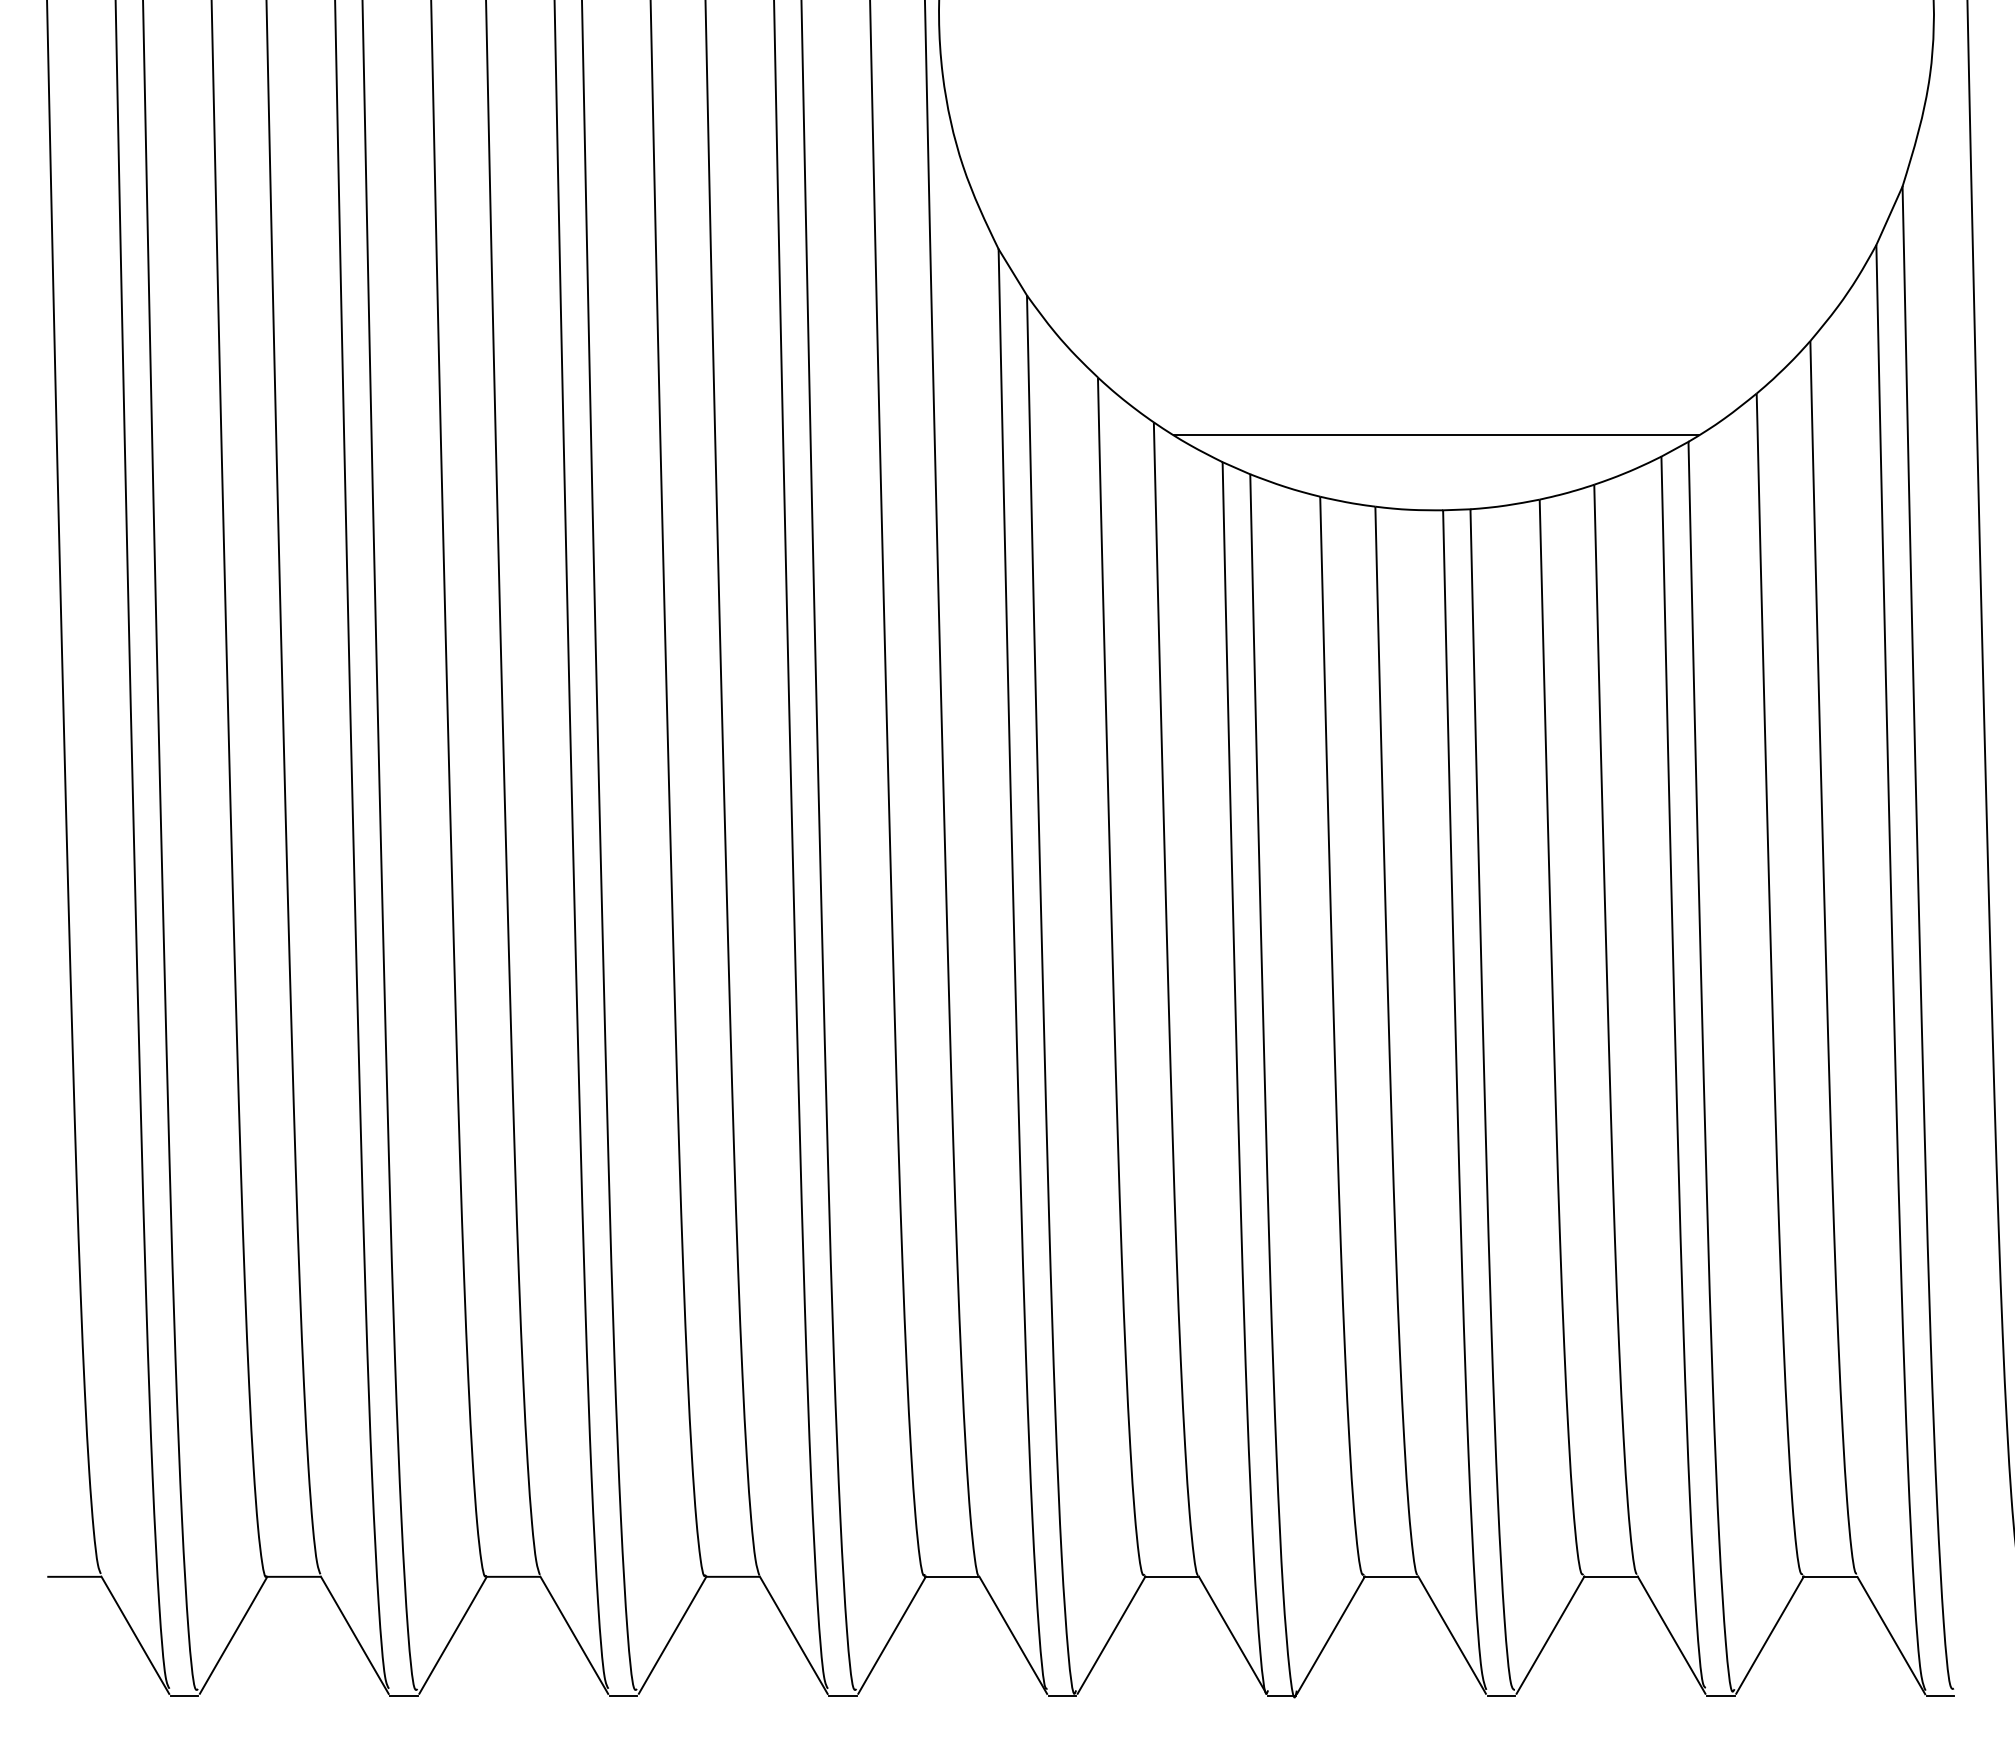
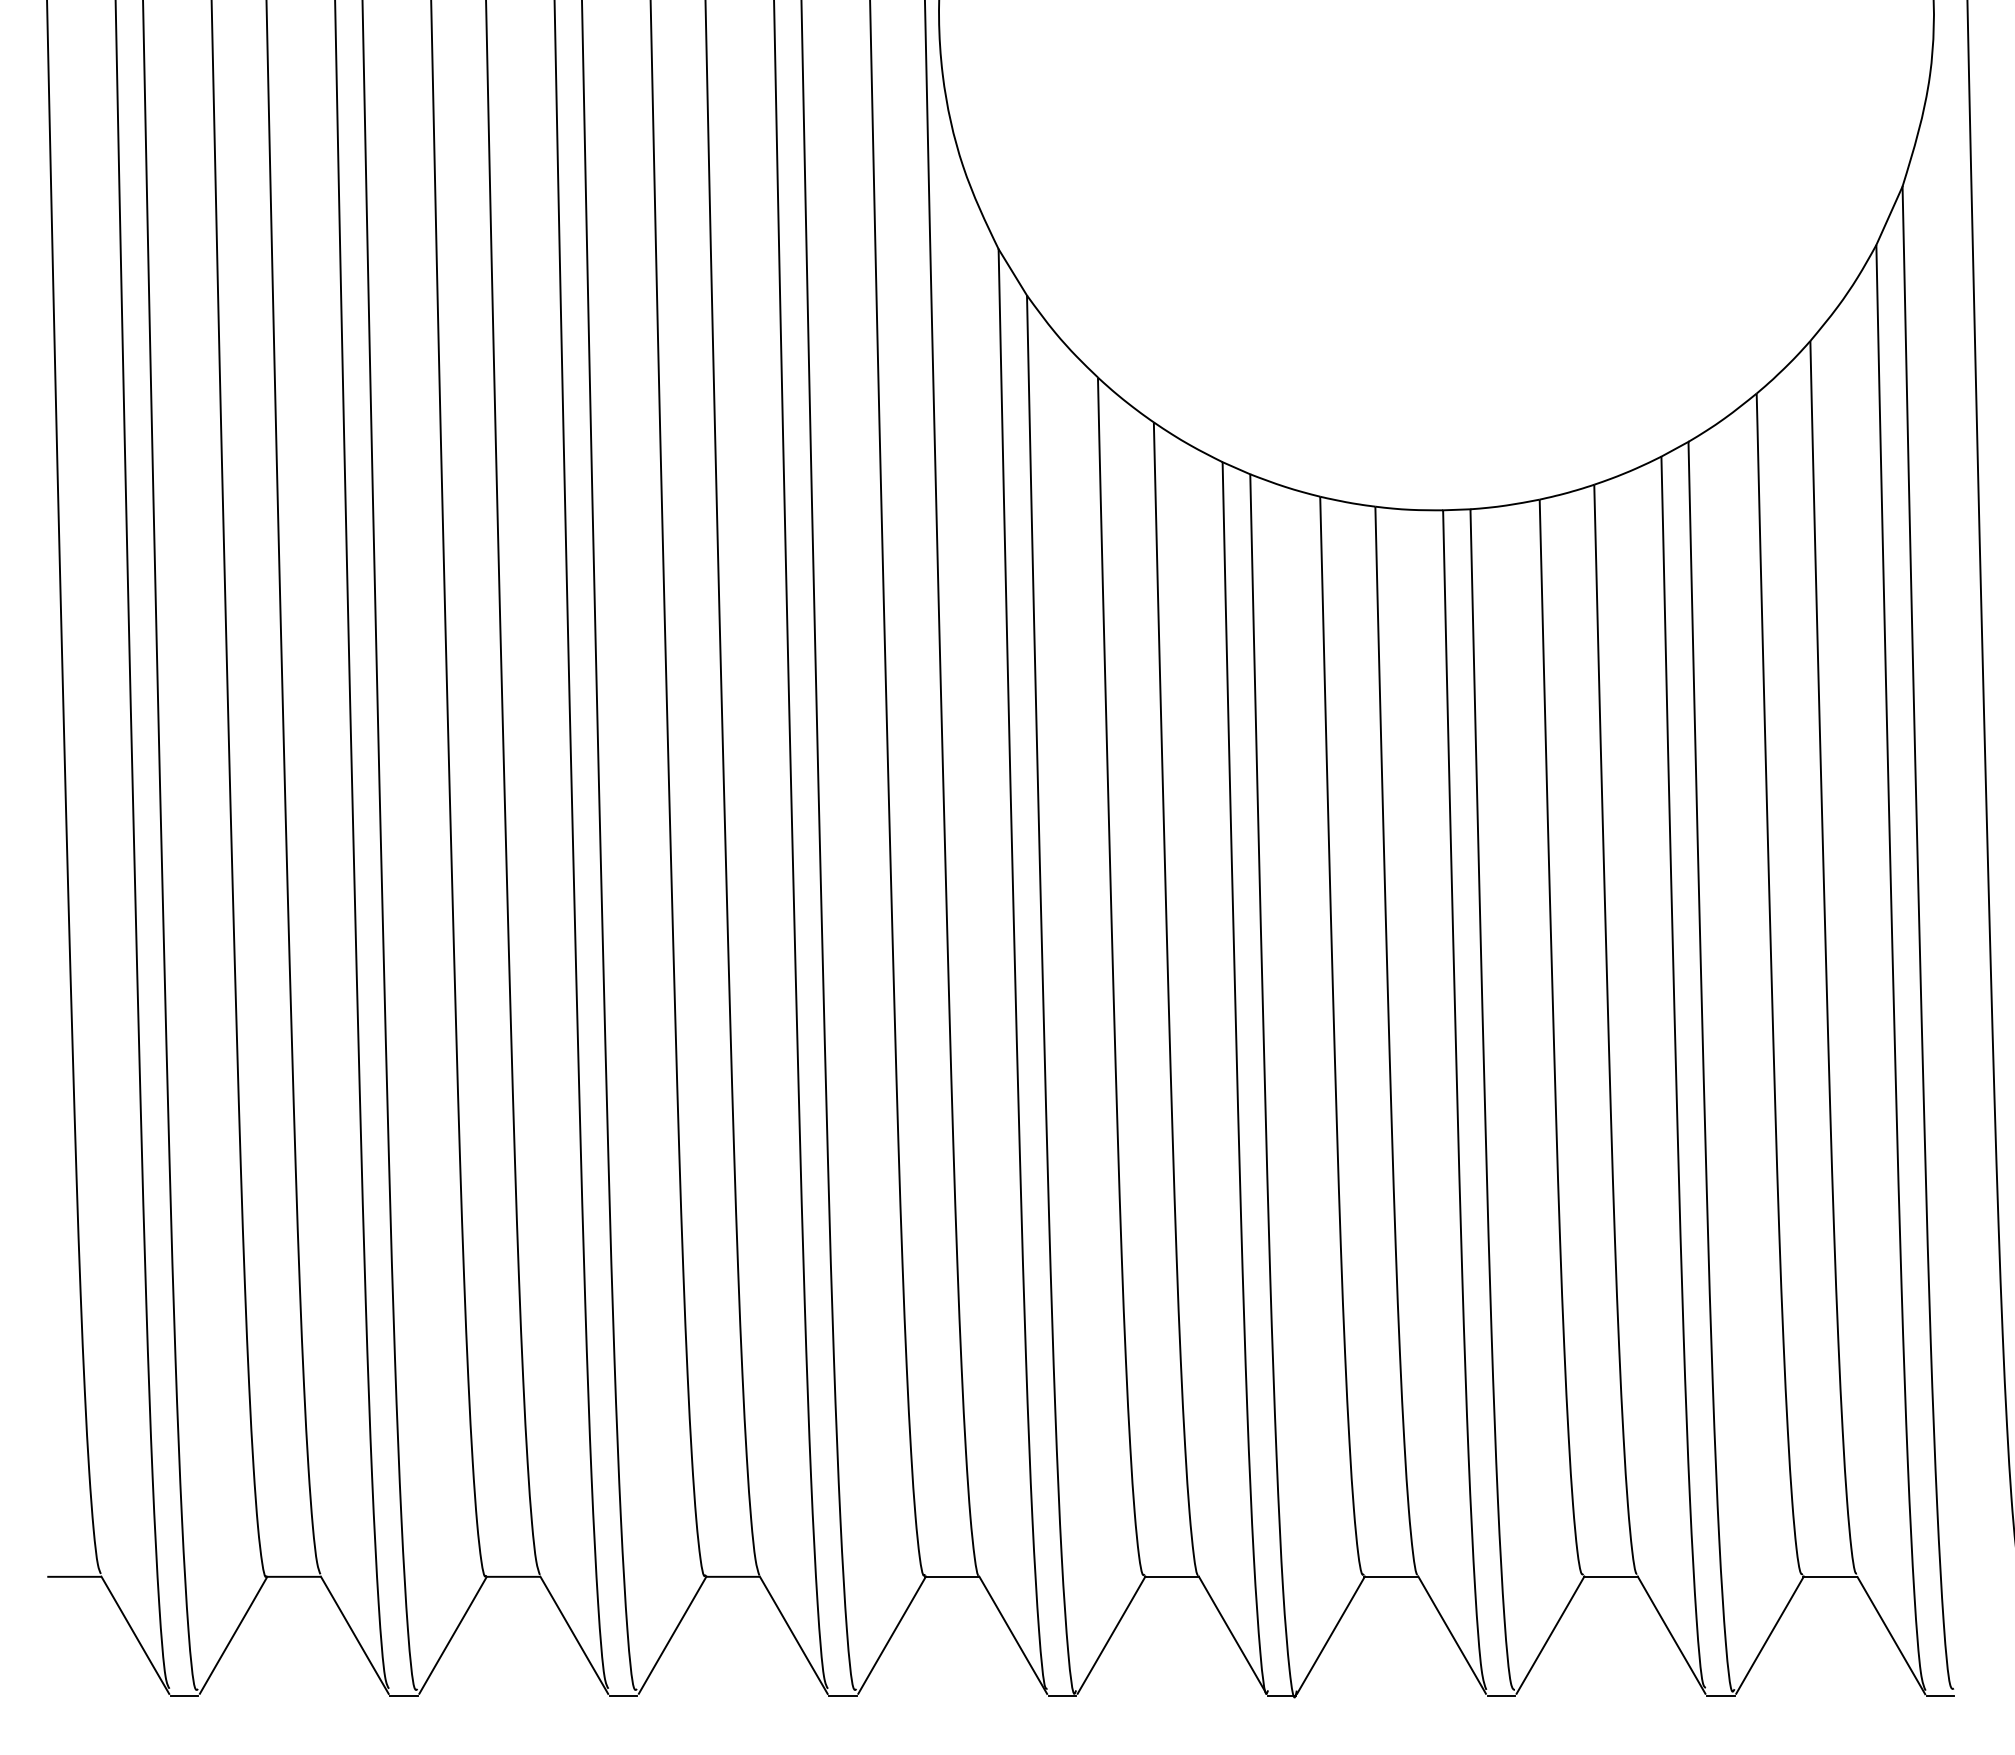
line at (1436, 435): present -> none
